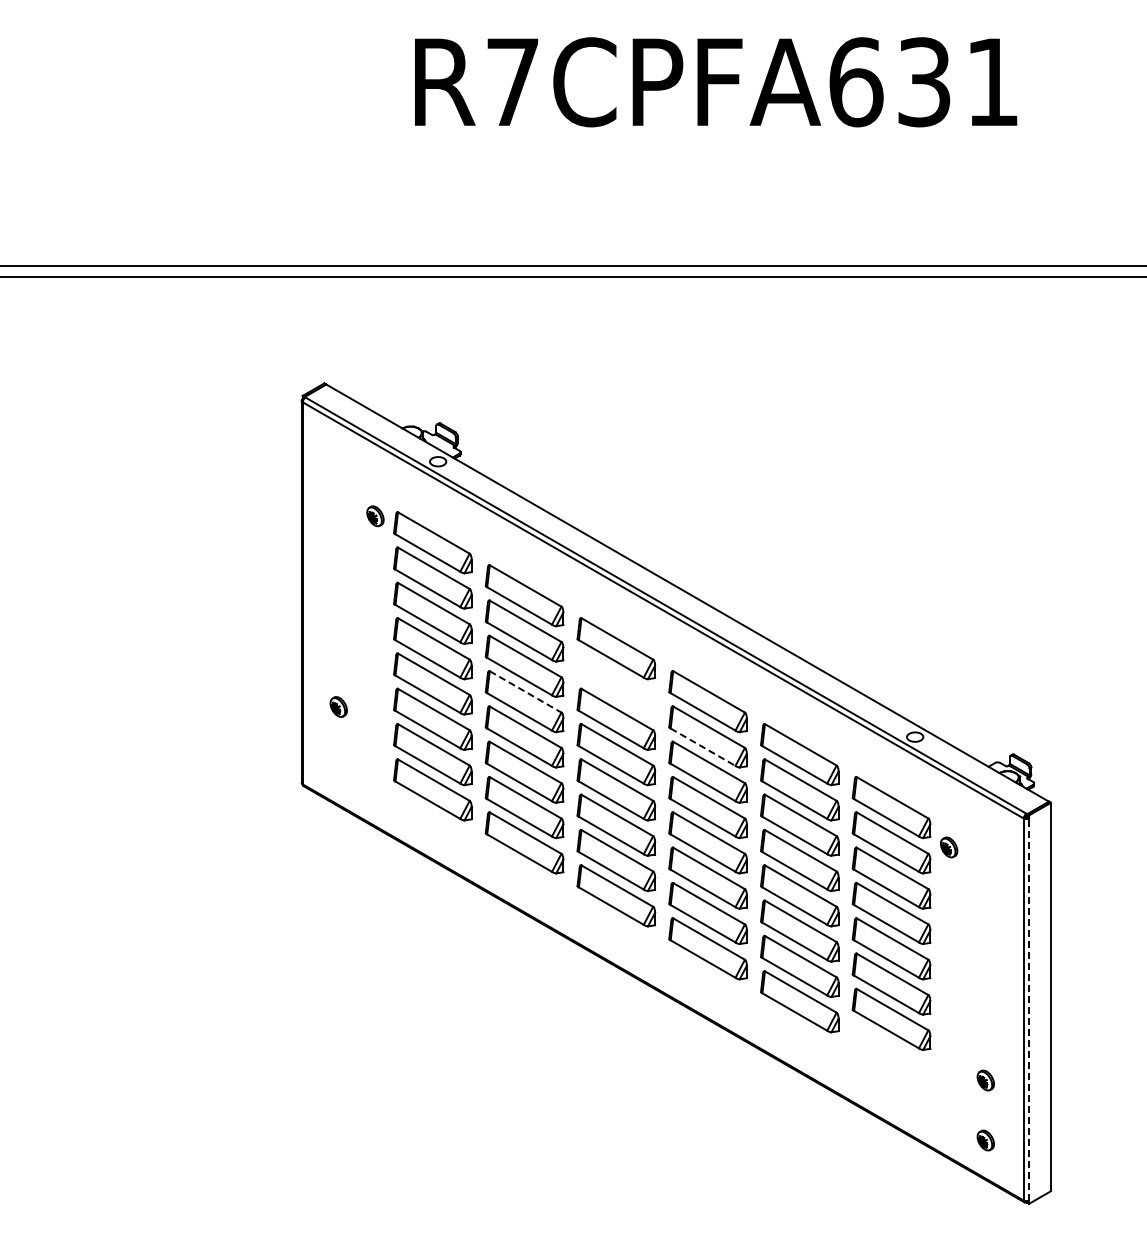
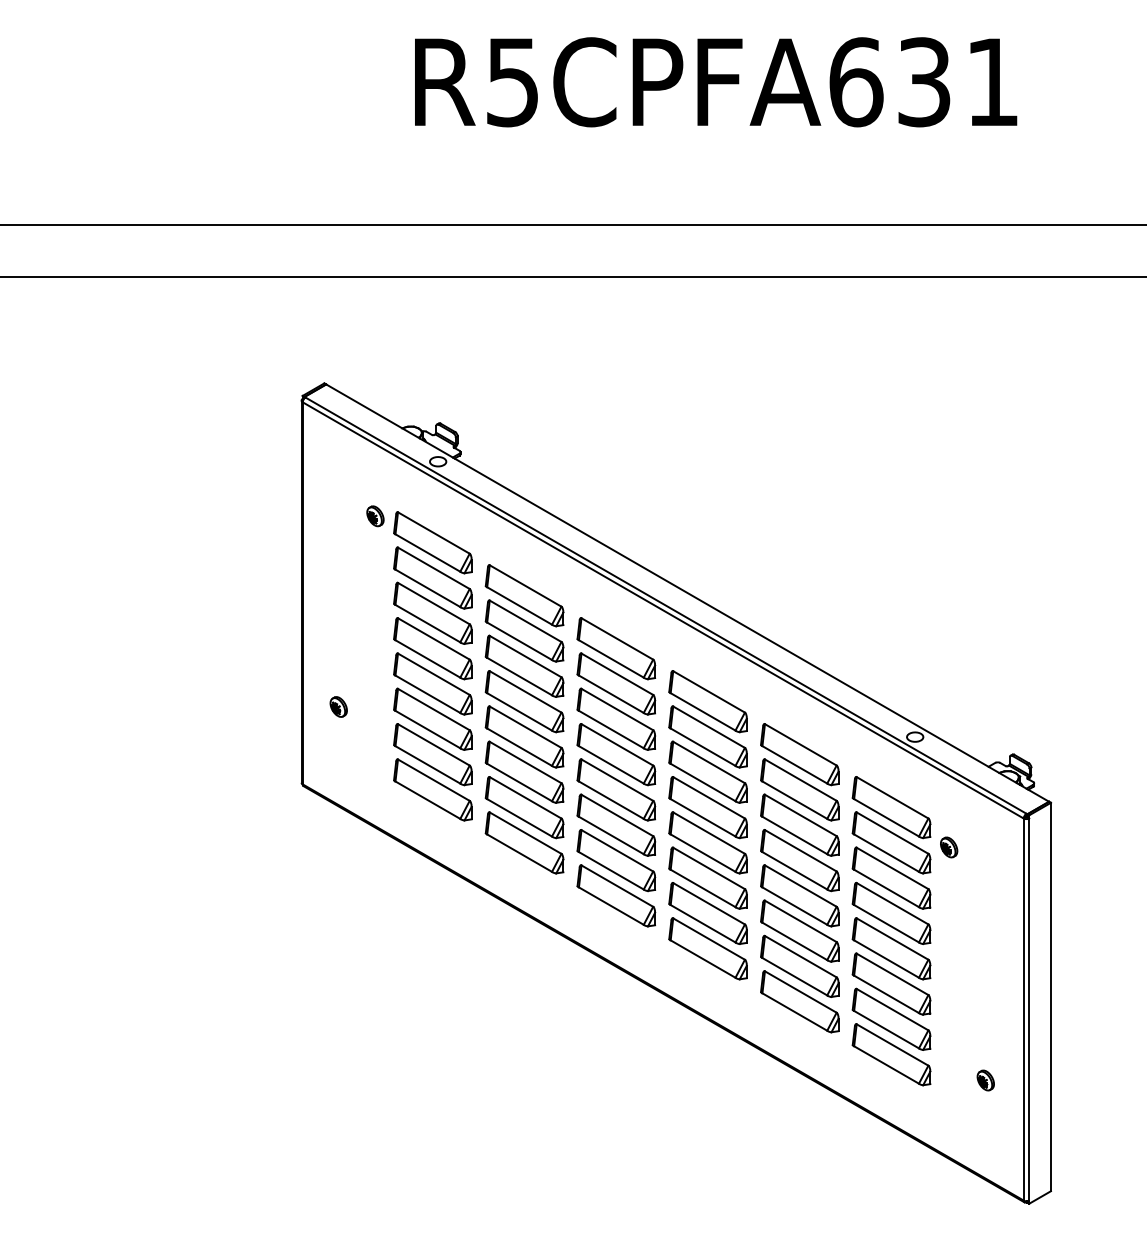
text at (512, 82): R7CPFA631 -> R5CPFA631
line at (572, 266) position: (572, 266) -> (572, 225)
part at (616, 683): none -> present
line at (526, 692): dashed -> solid
line at (703, 747): dashed -> solid
line at (1029, 1009): dashed -> solid
part at (891, 1054): none -> present
part at (985, 1140): present -> none
